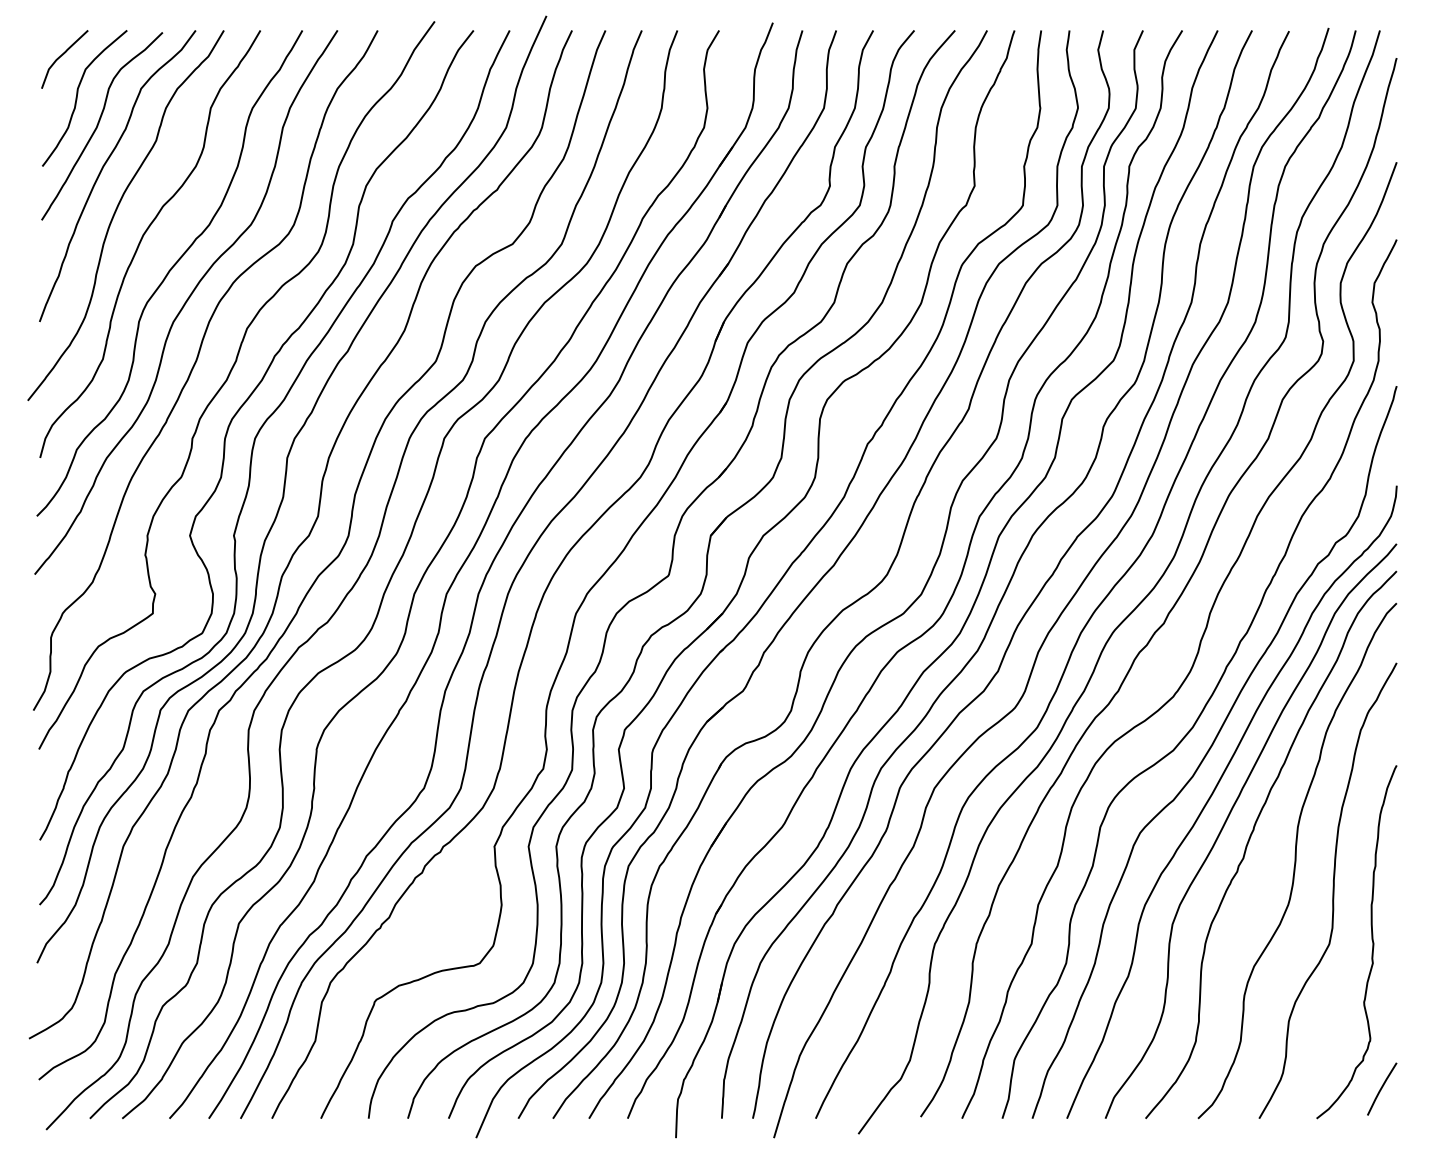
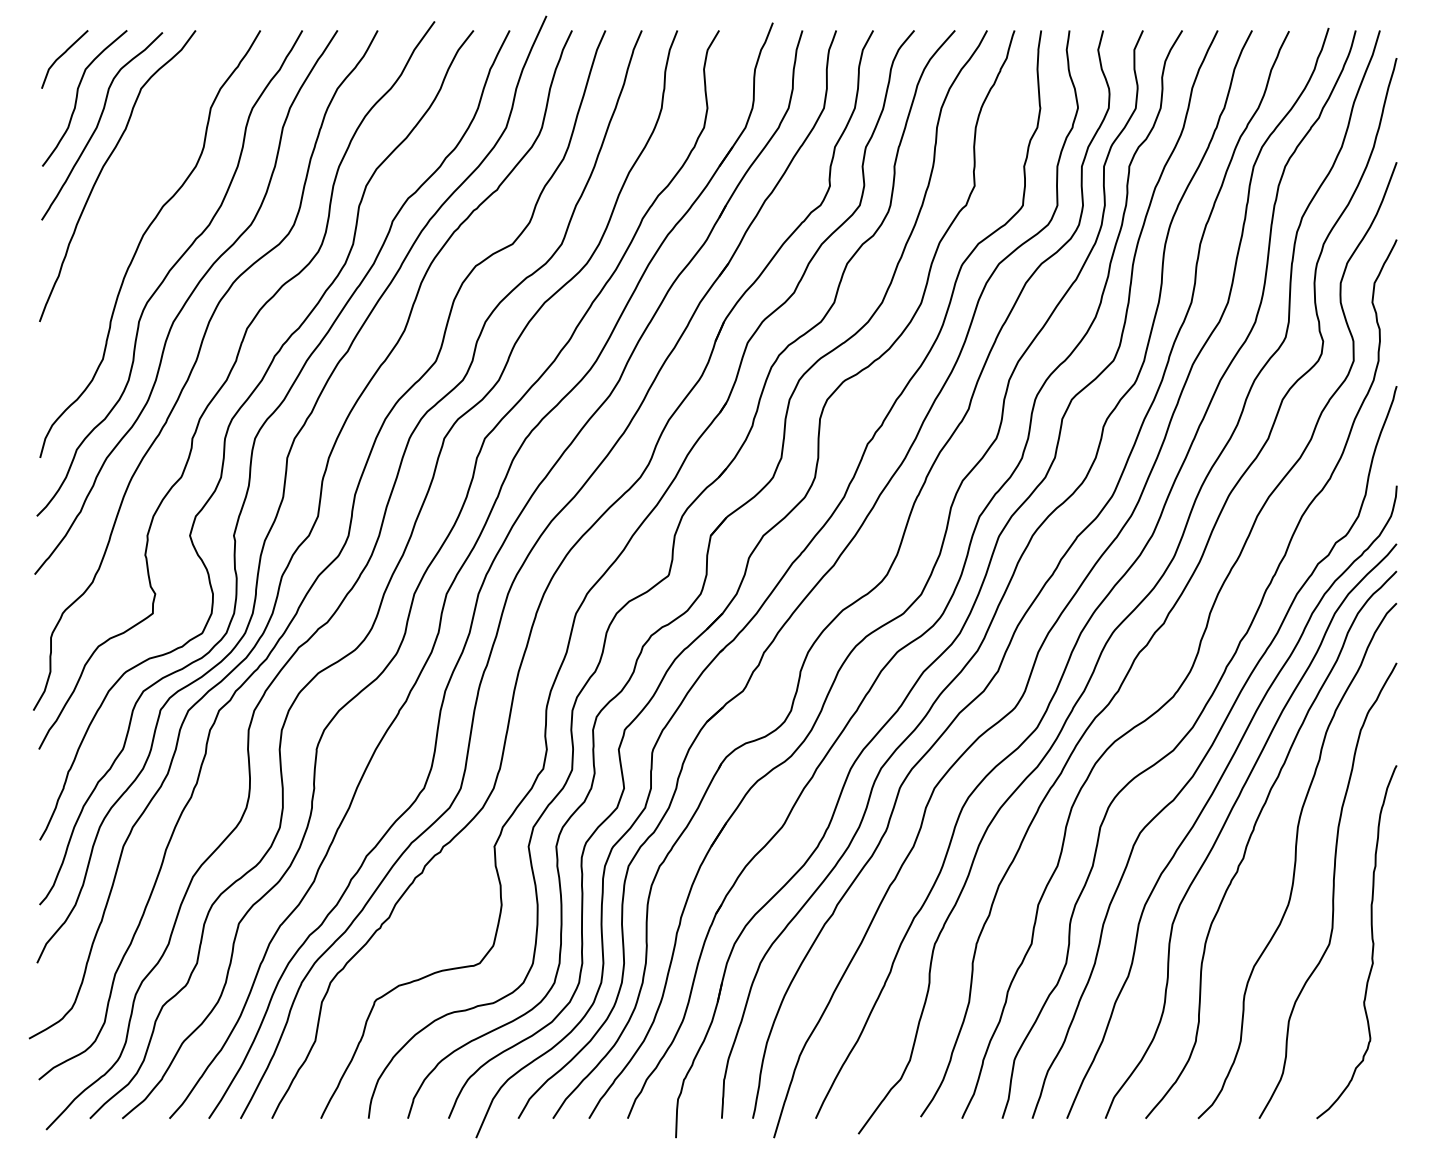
curve at (116, 212): present -> none
line at (1382, 1088): present -> none
